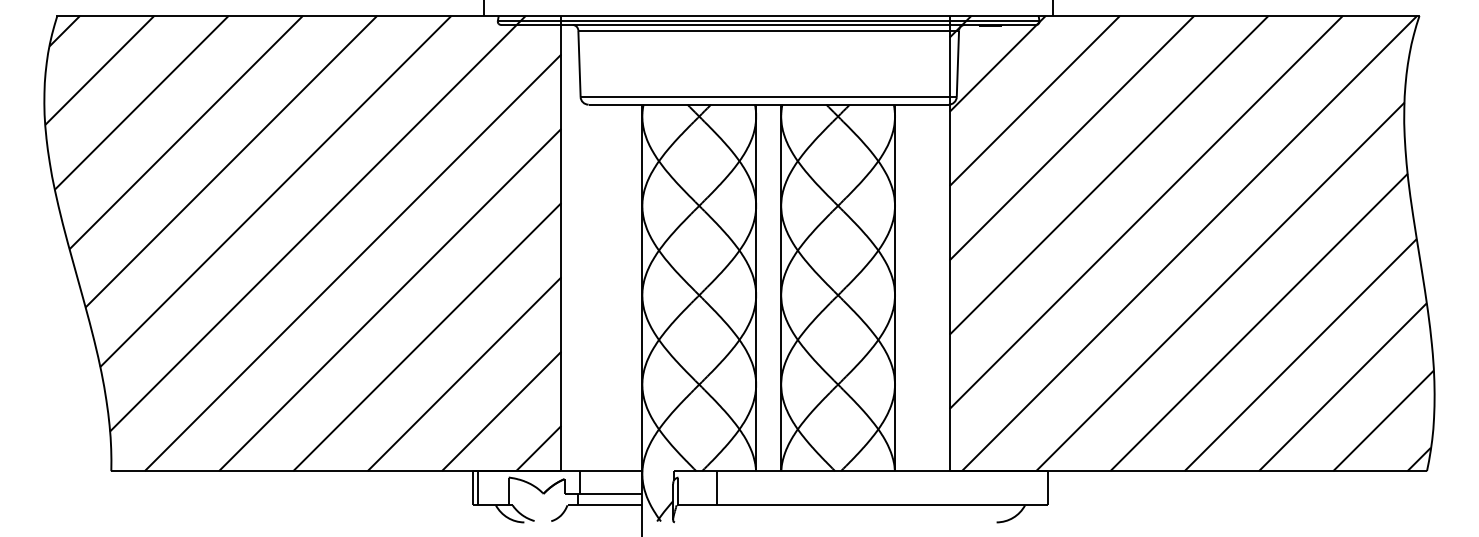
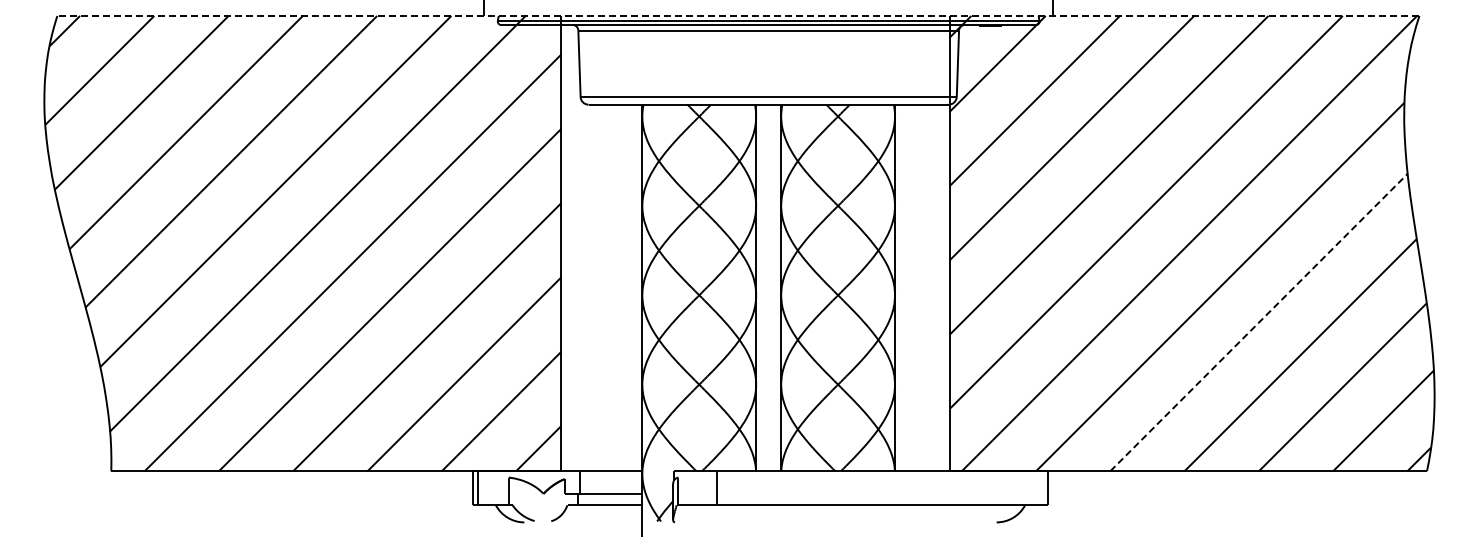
line at (737, 15): solid -> dashed
line at (1259, 322): solid -> dashed
